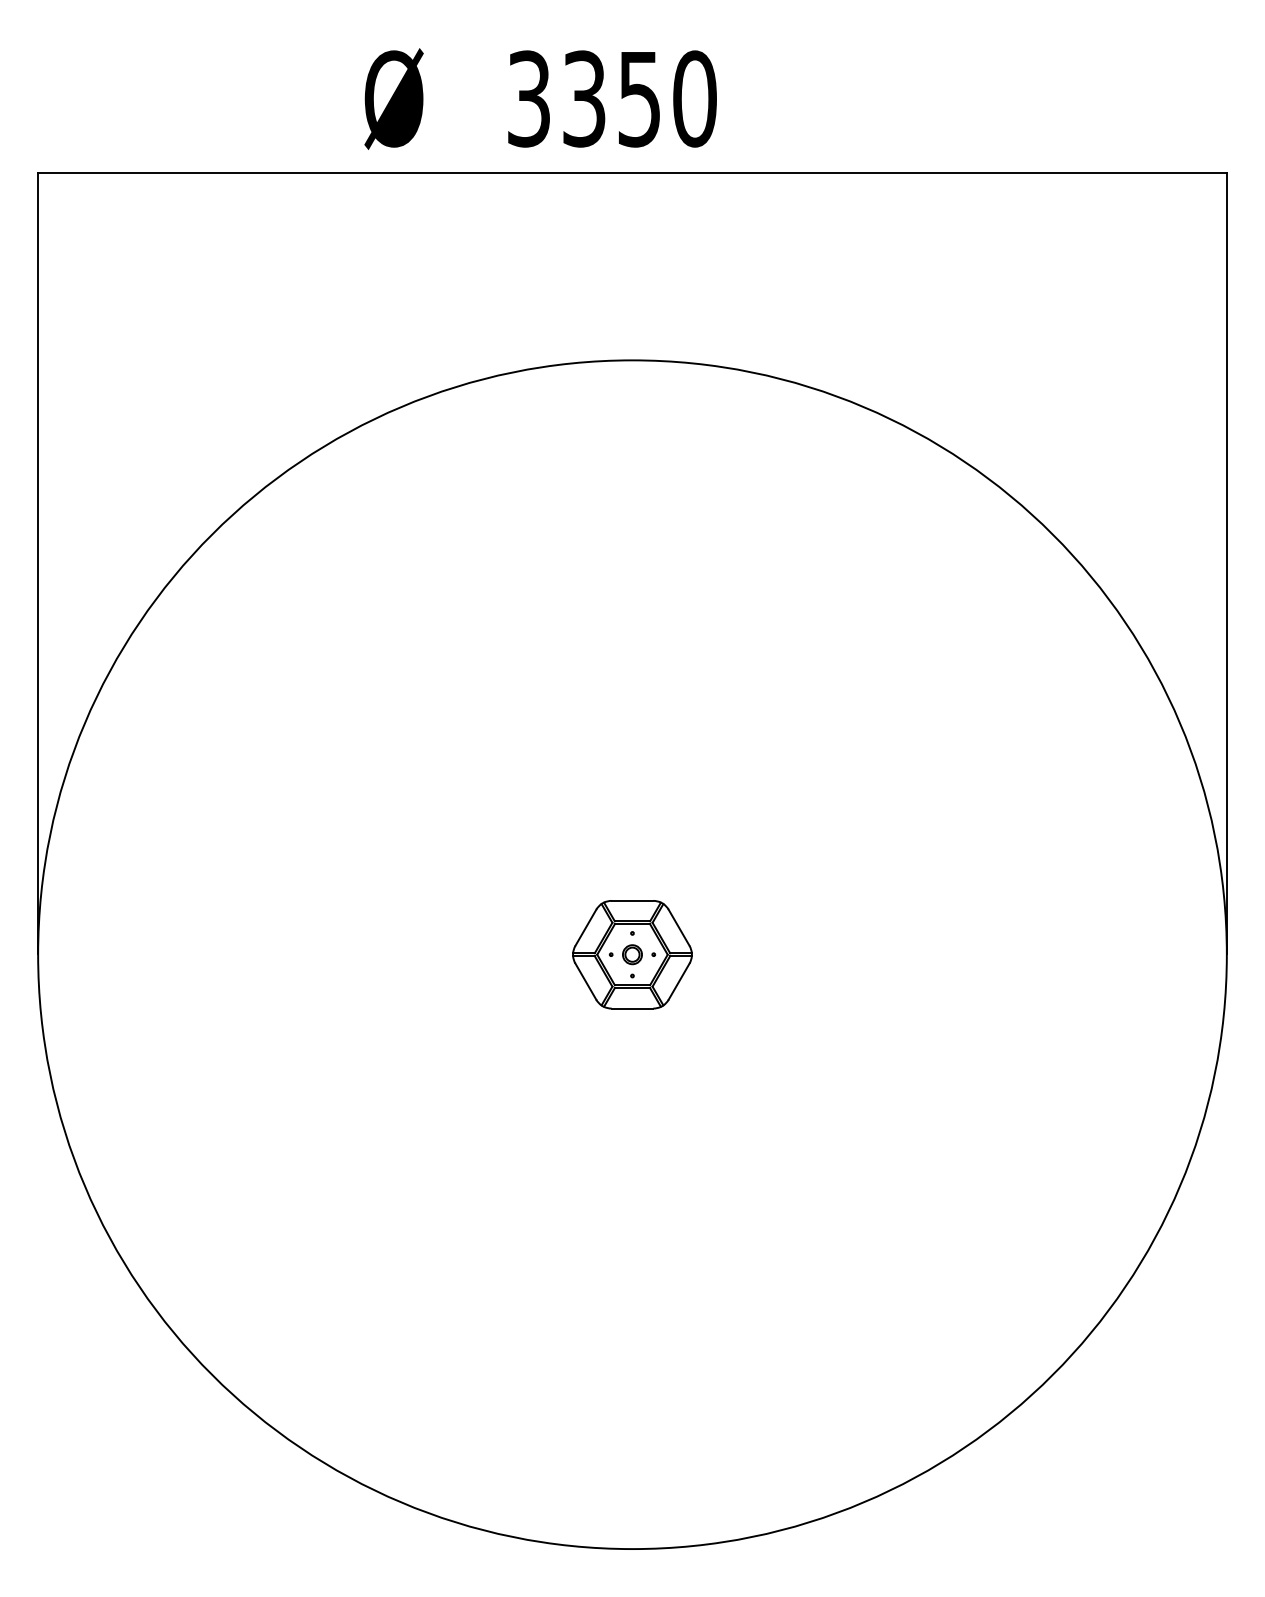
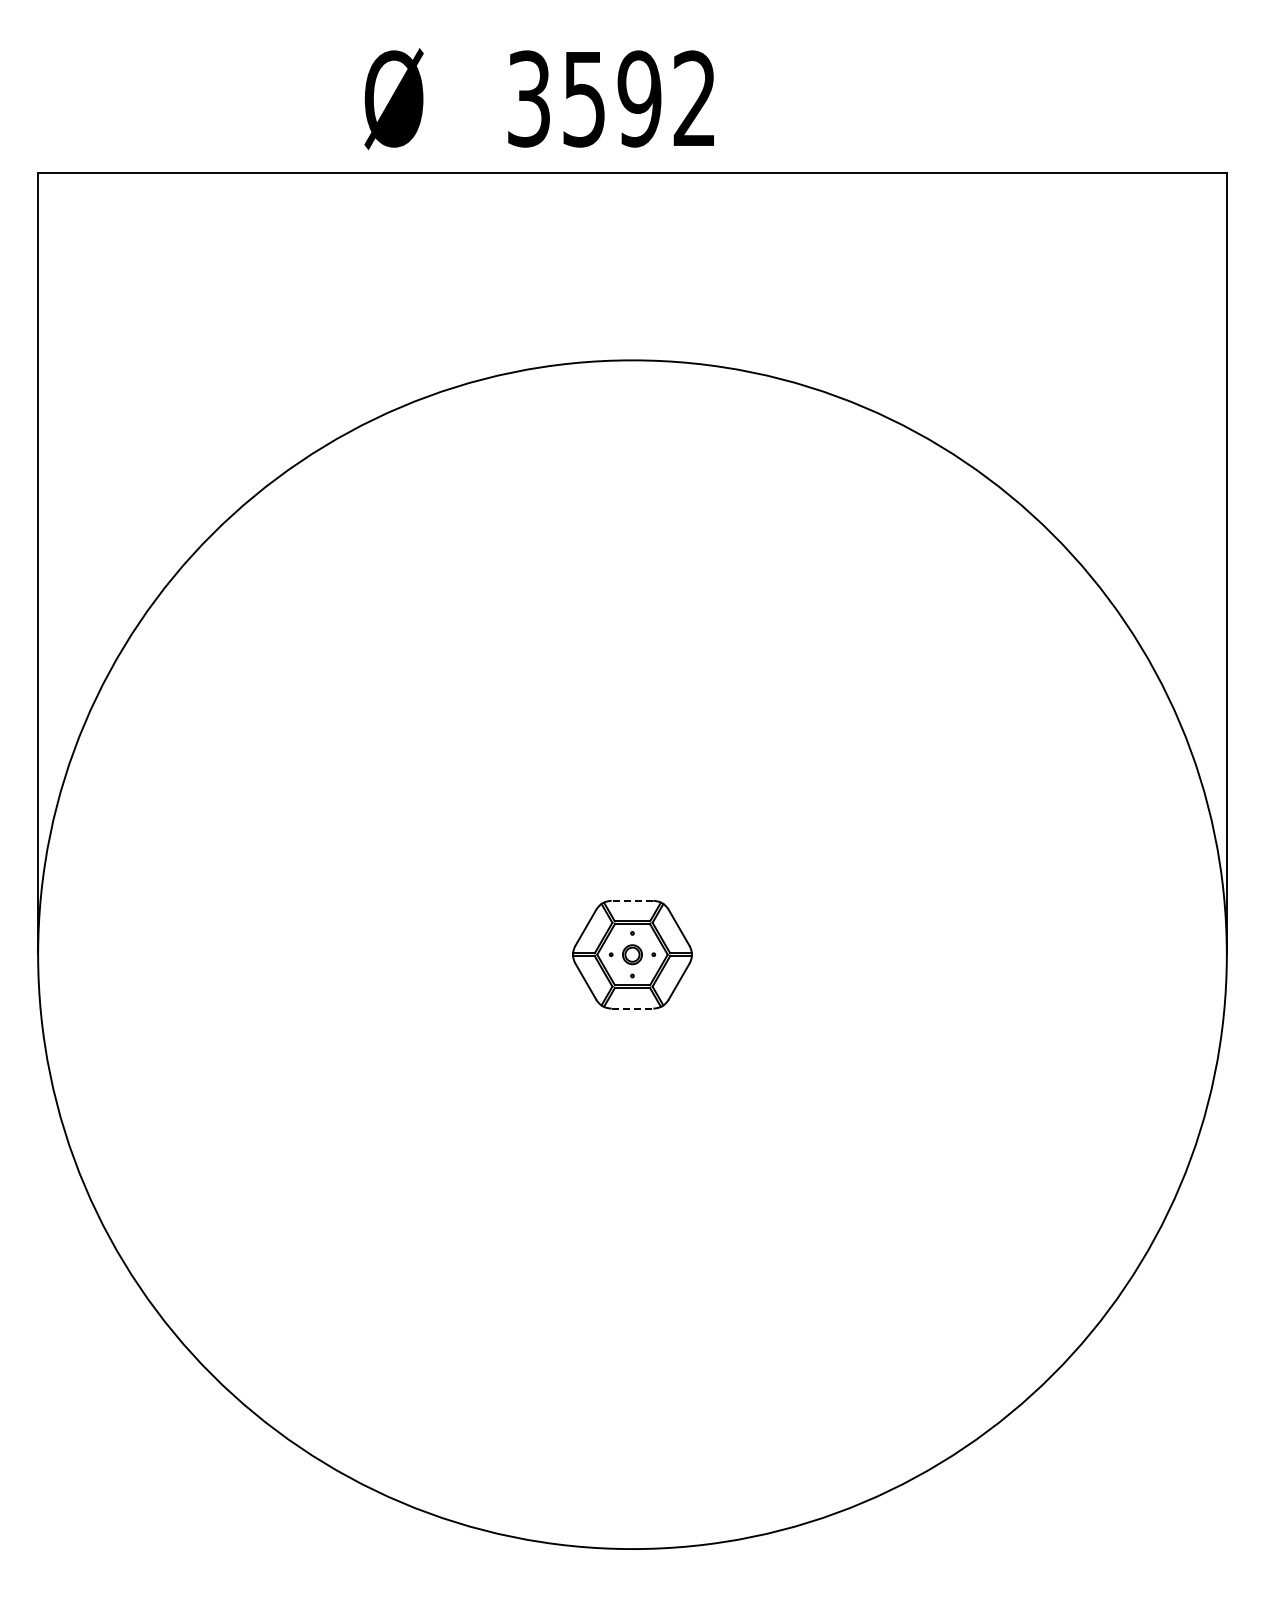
text at (639, 98): 3350 -> 3592
line at (632, 900): solid -> dashed
line at (632, 1008): solid -> dashed
